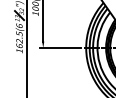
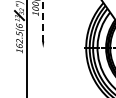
line at (43, 21): solid -> dashed
line at (60, 48): present -> none
